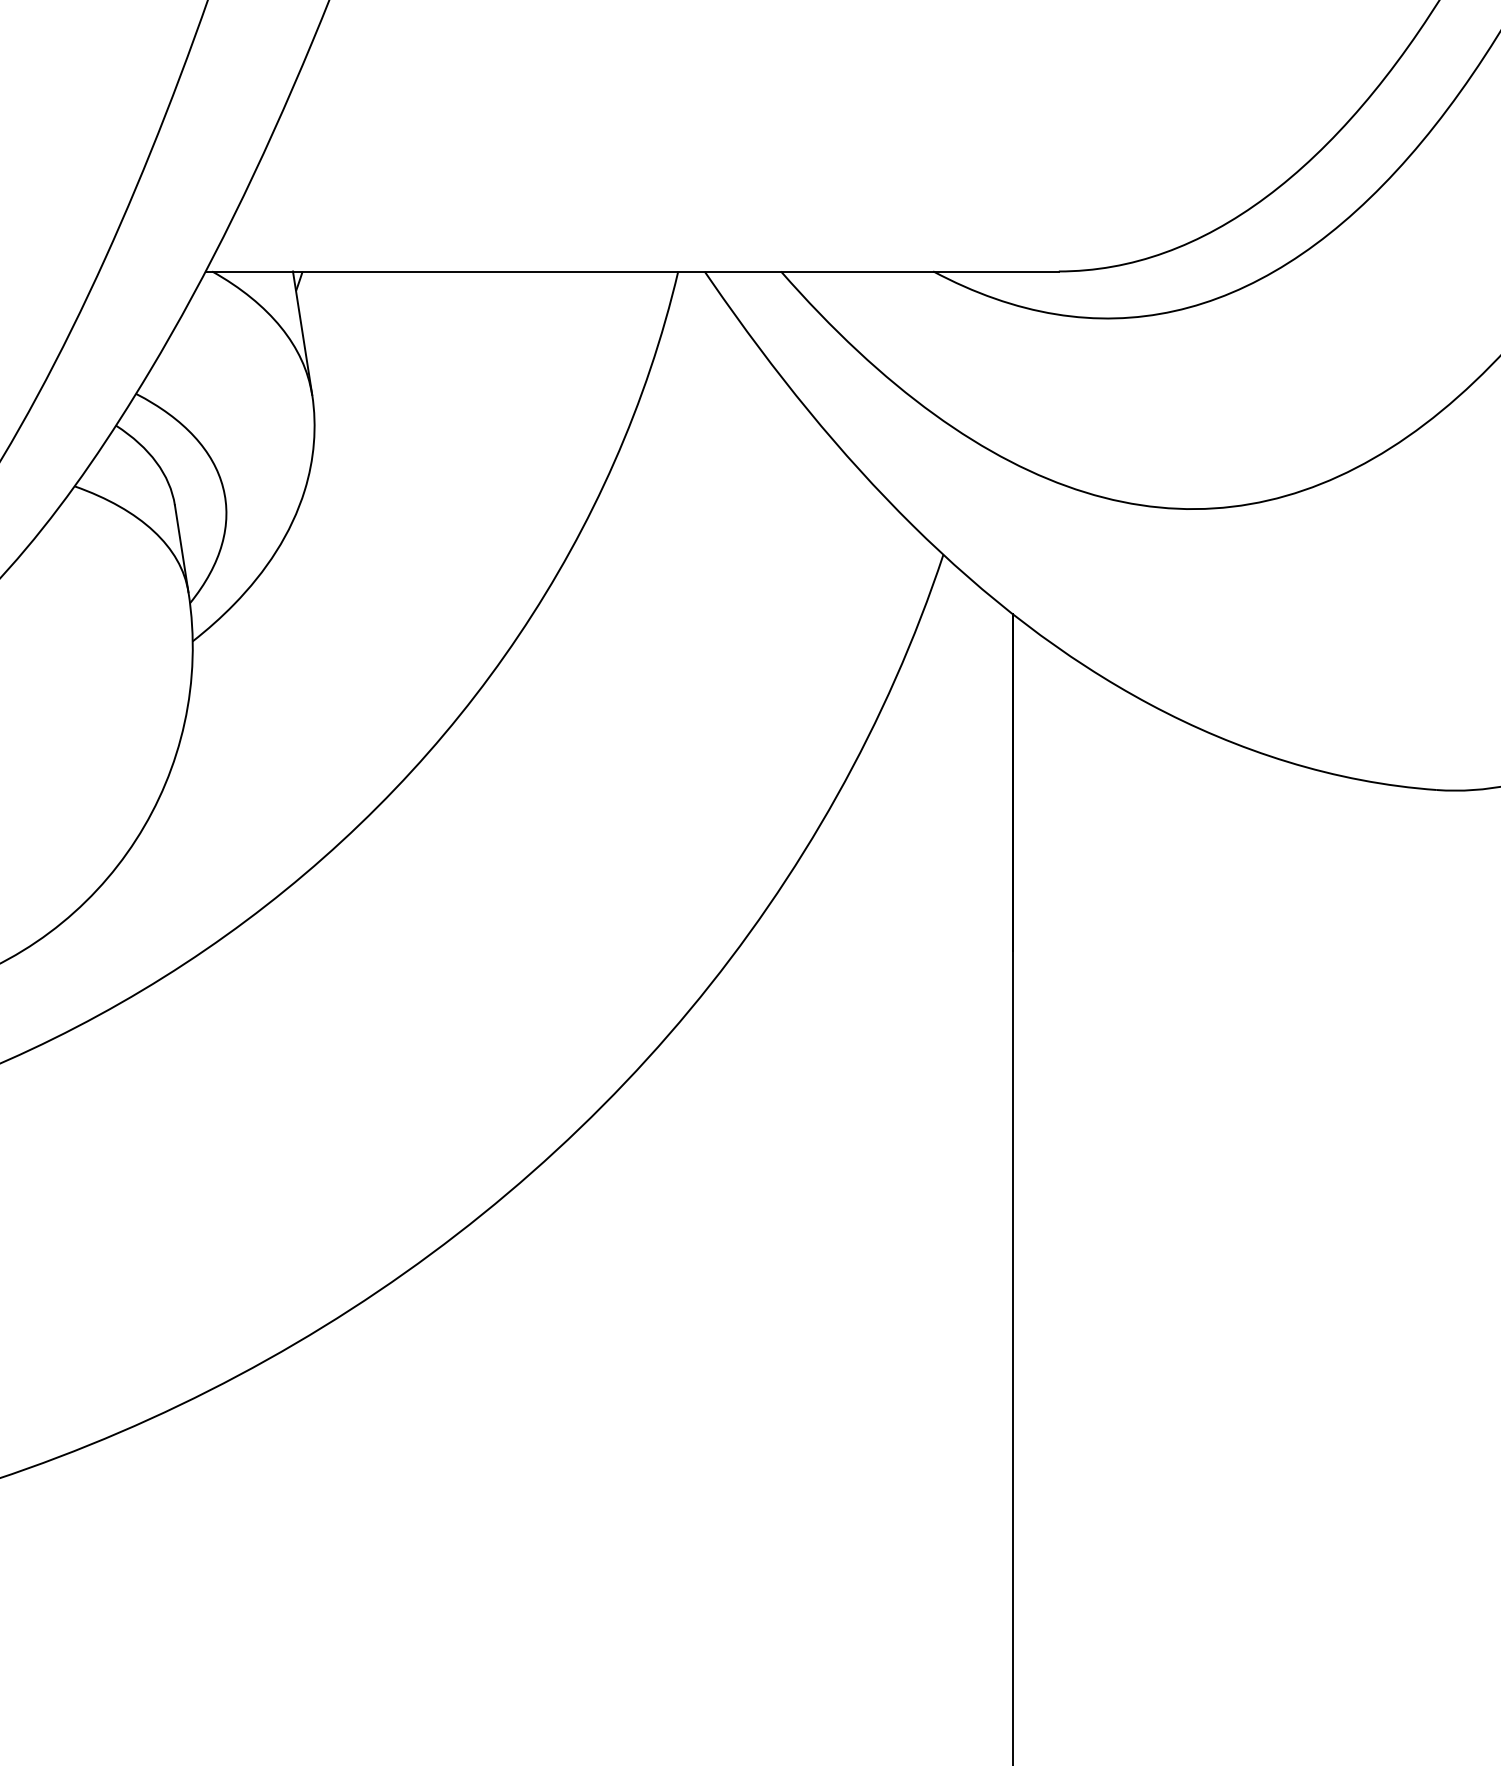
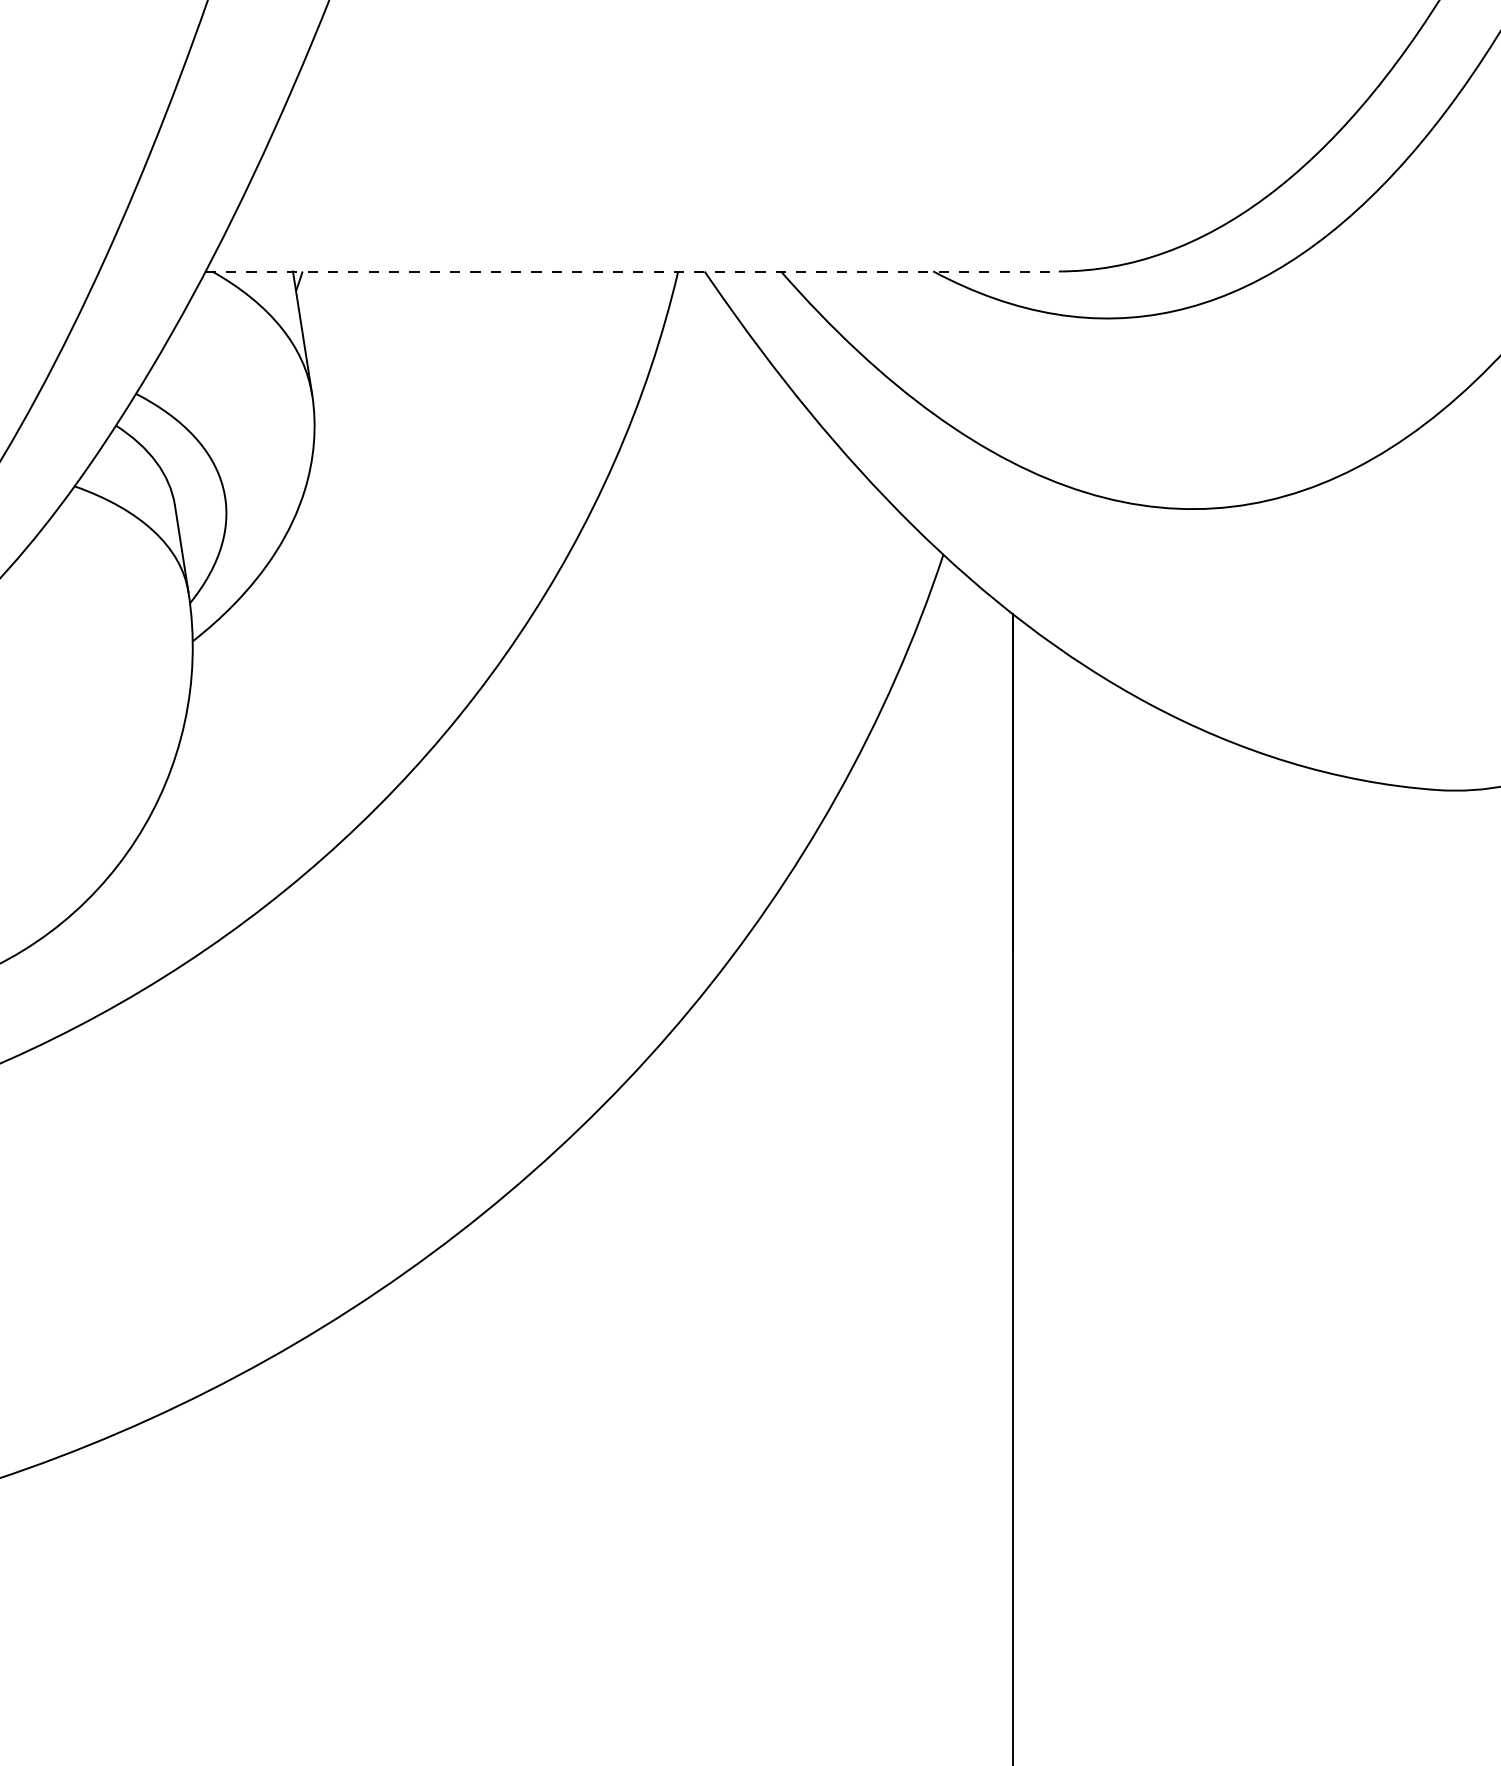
line at (632, 271): solid -> dashed
